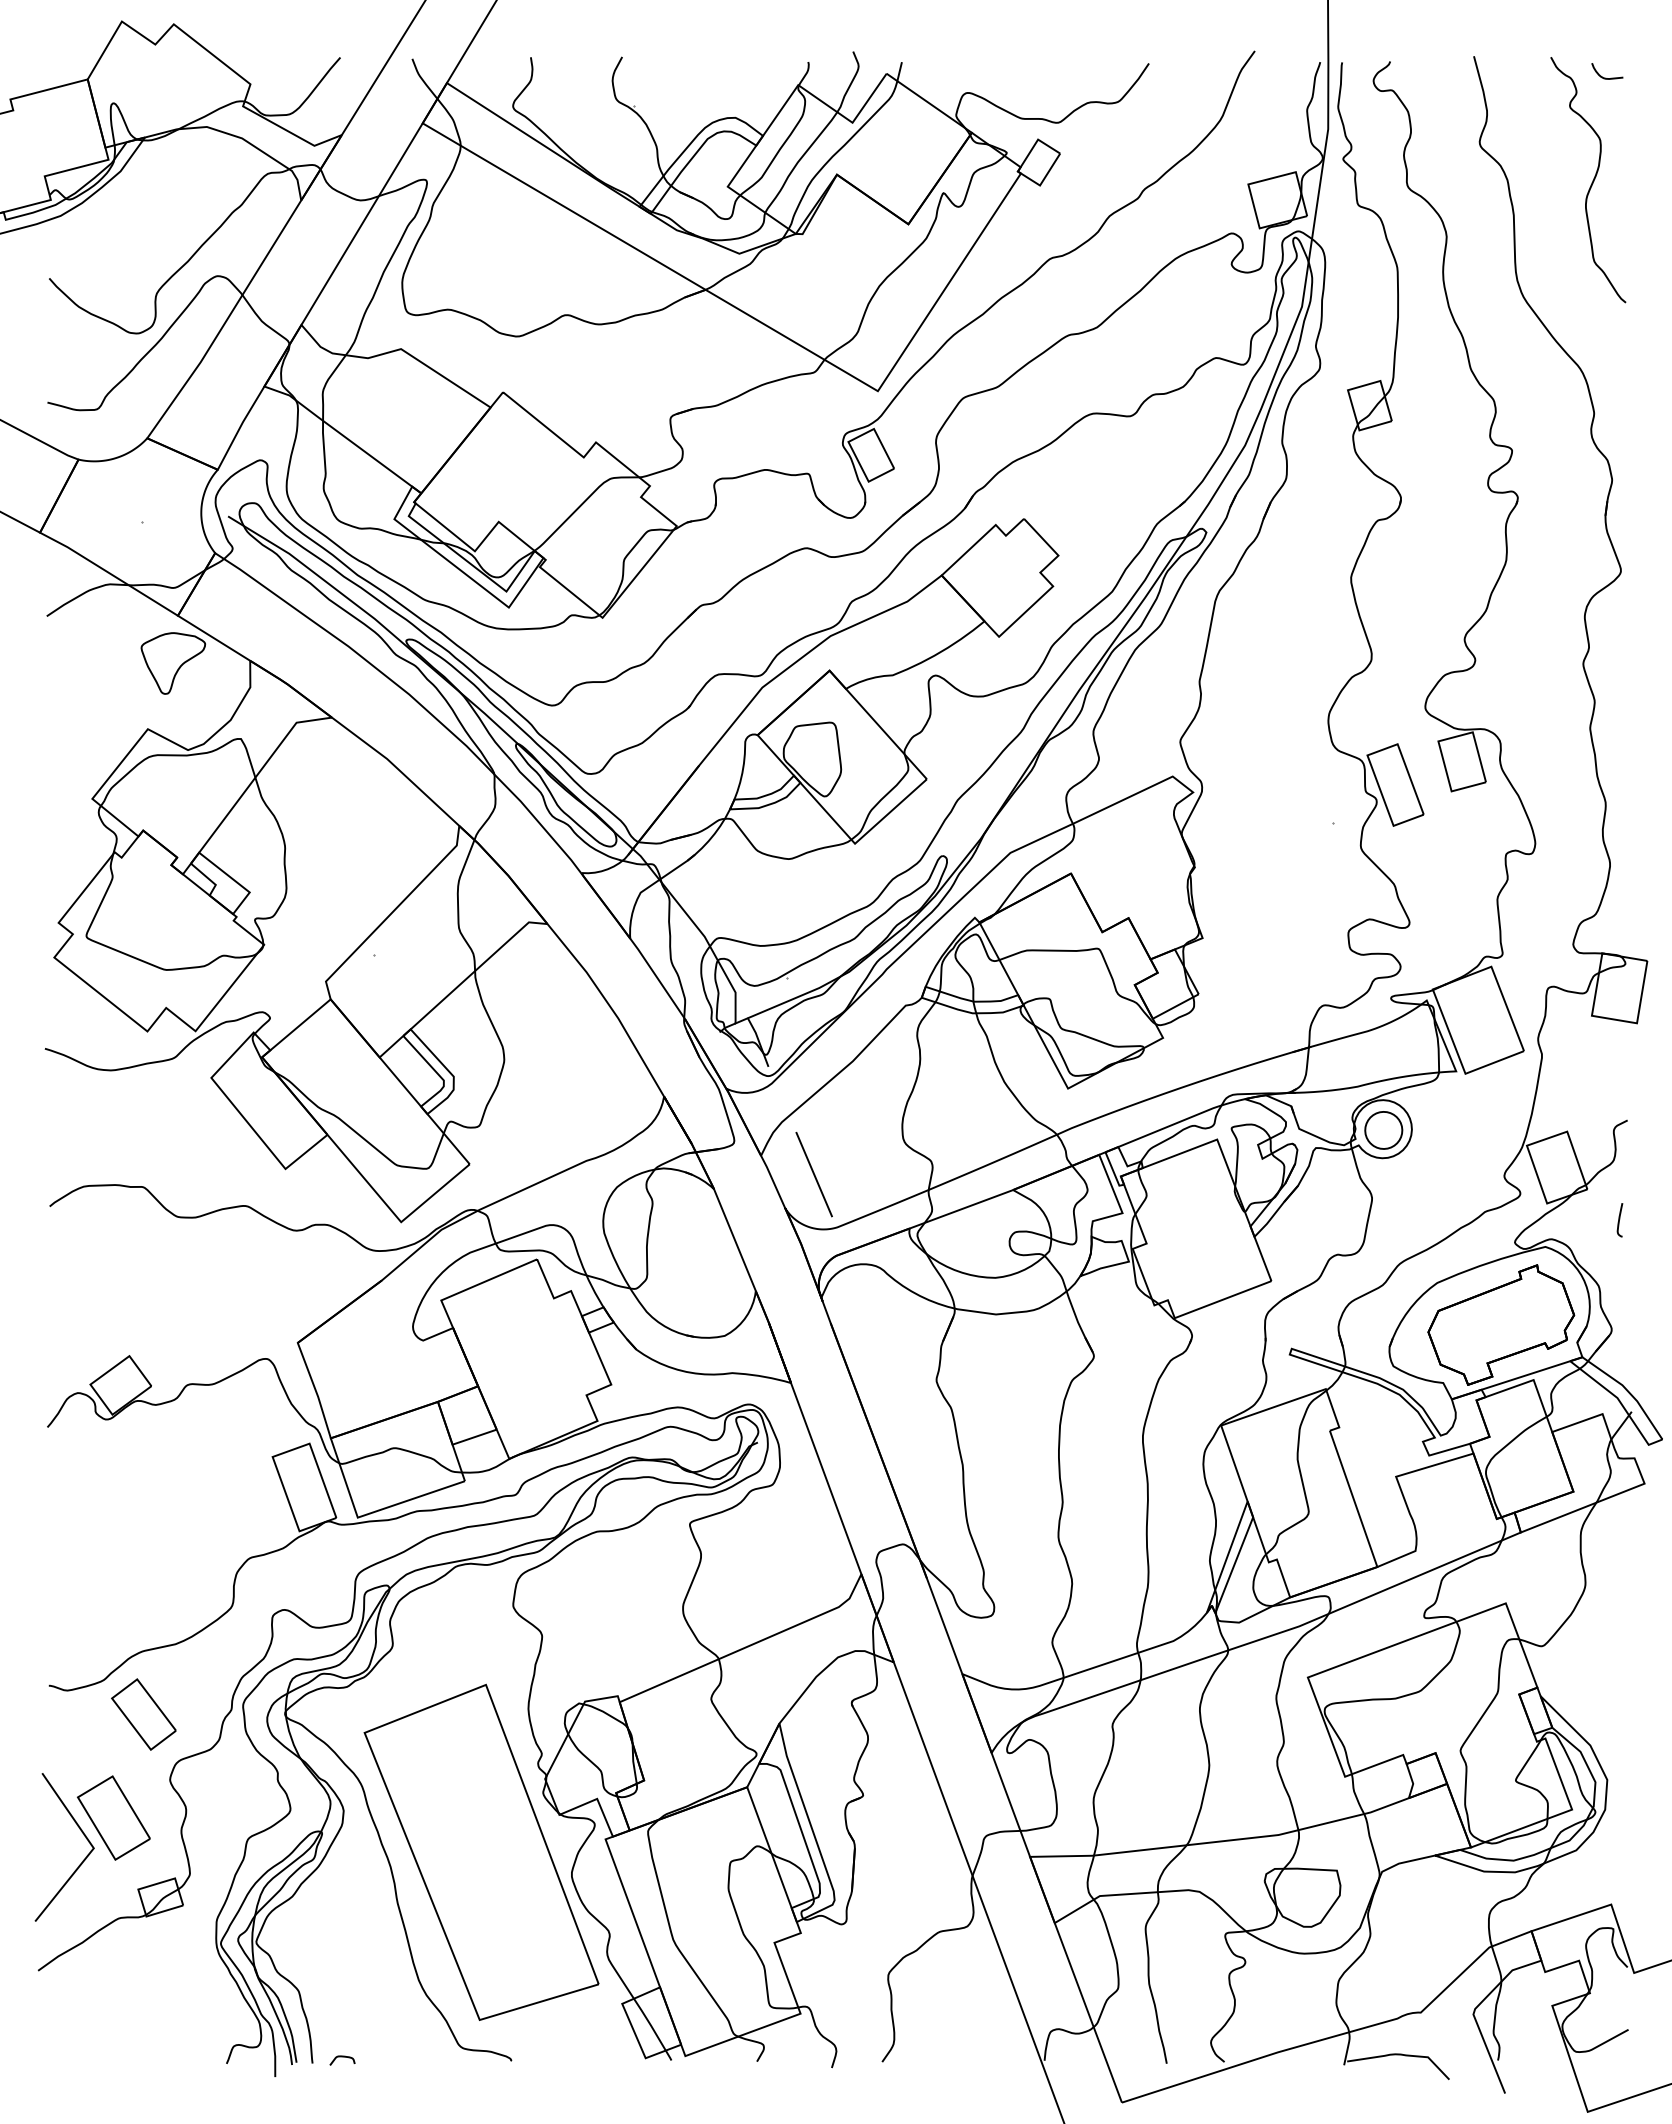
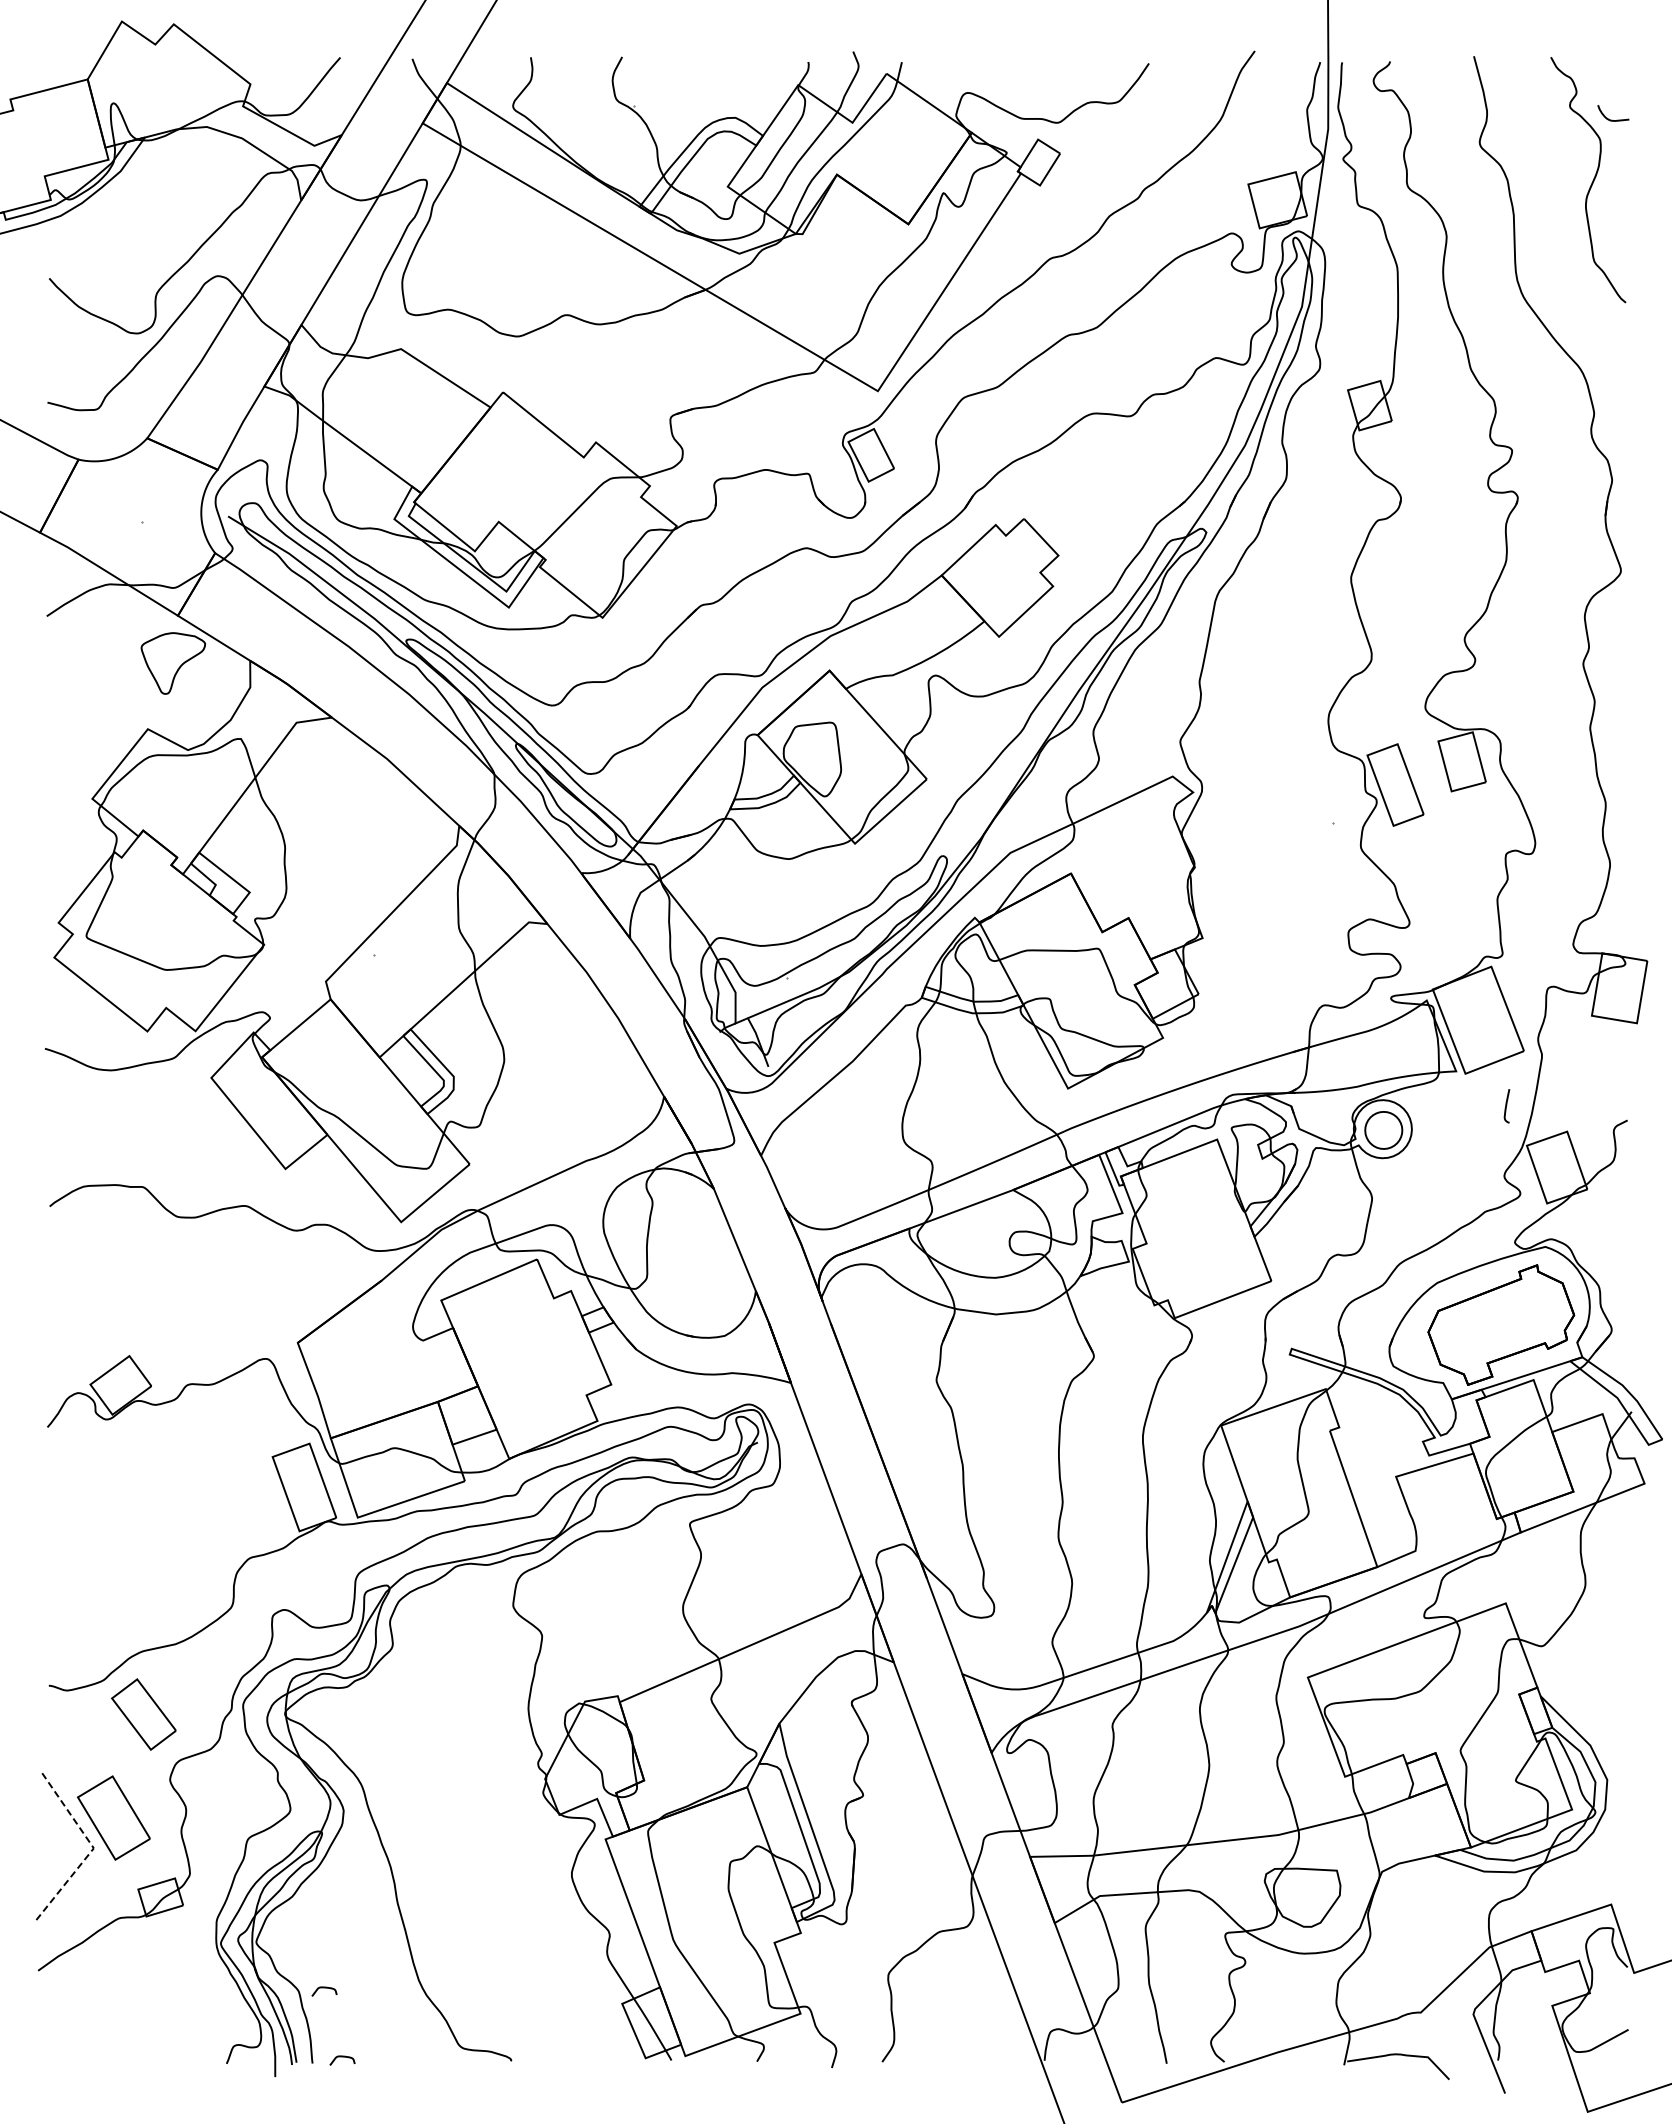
curve at (1605, 77) position: (1605, 77) -> (1611, 119)
line at (813, 1174): present -> none
curve at (1619, 1220) position: (1619, 1220) -> (1506, 1106)
line at (93, 1849): solid -> dashed
part at (481, 1851): present -> none
curve at (324, 1988): none -> present
